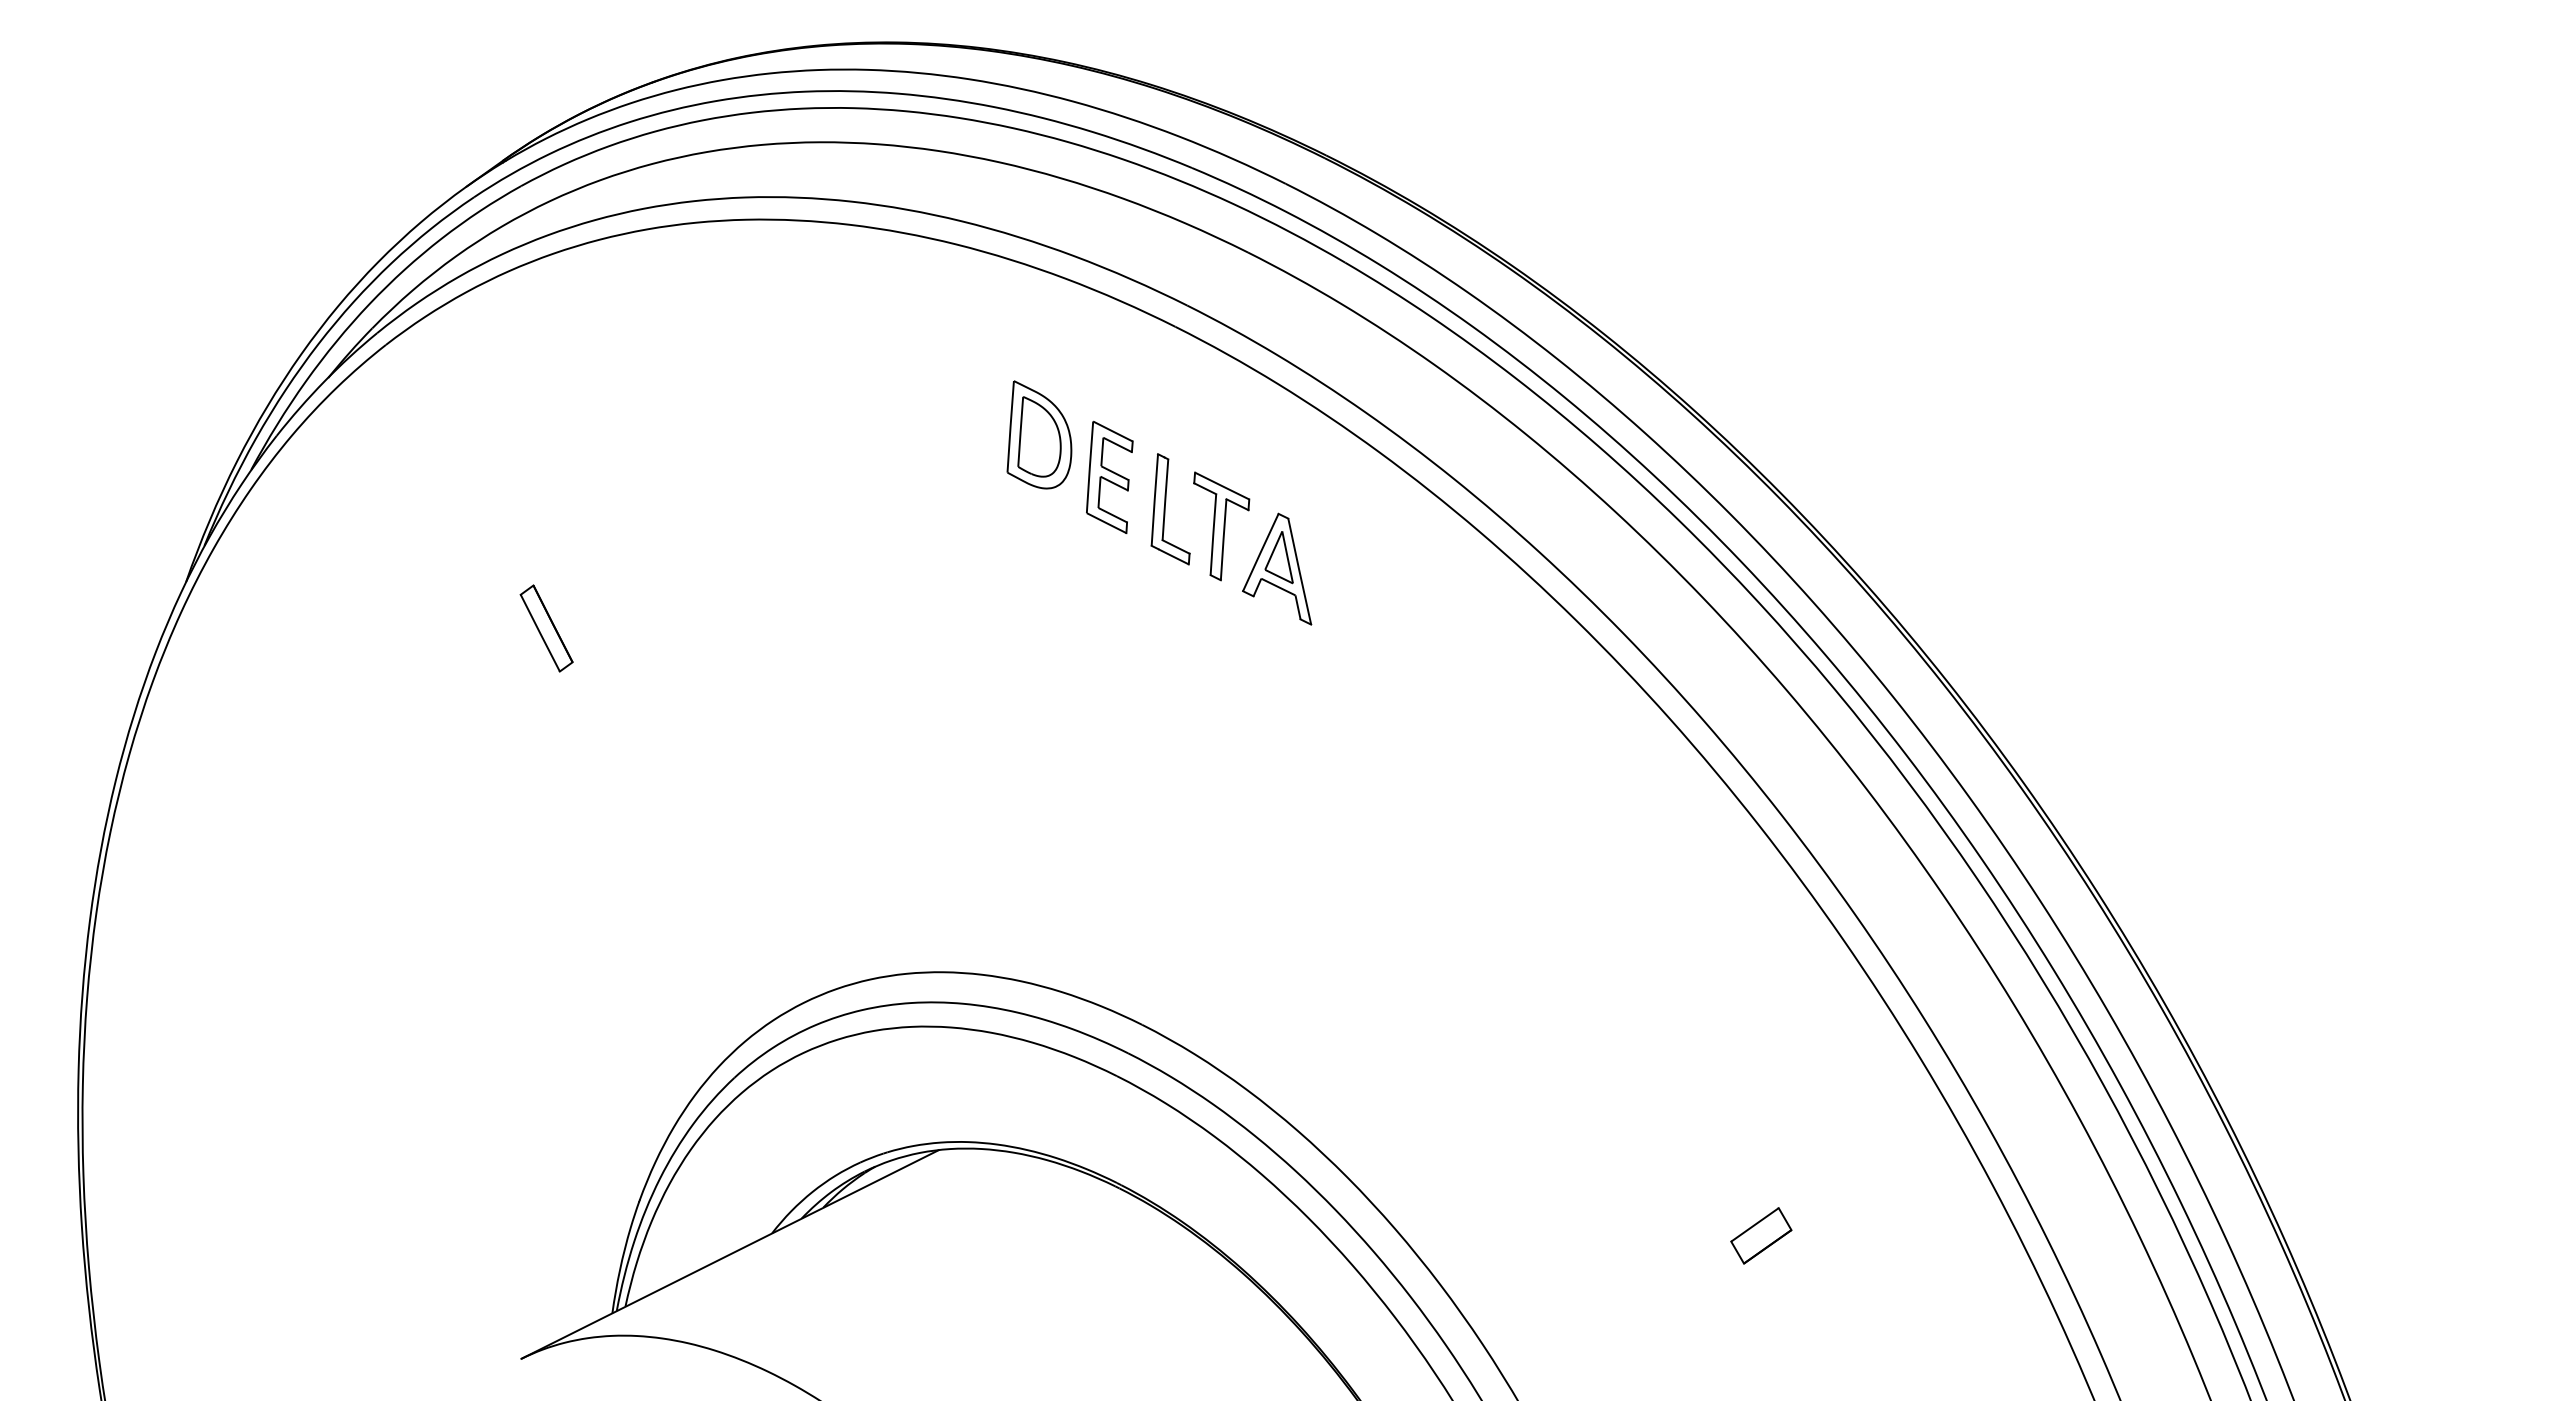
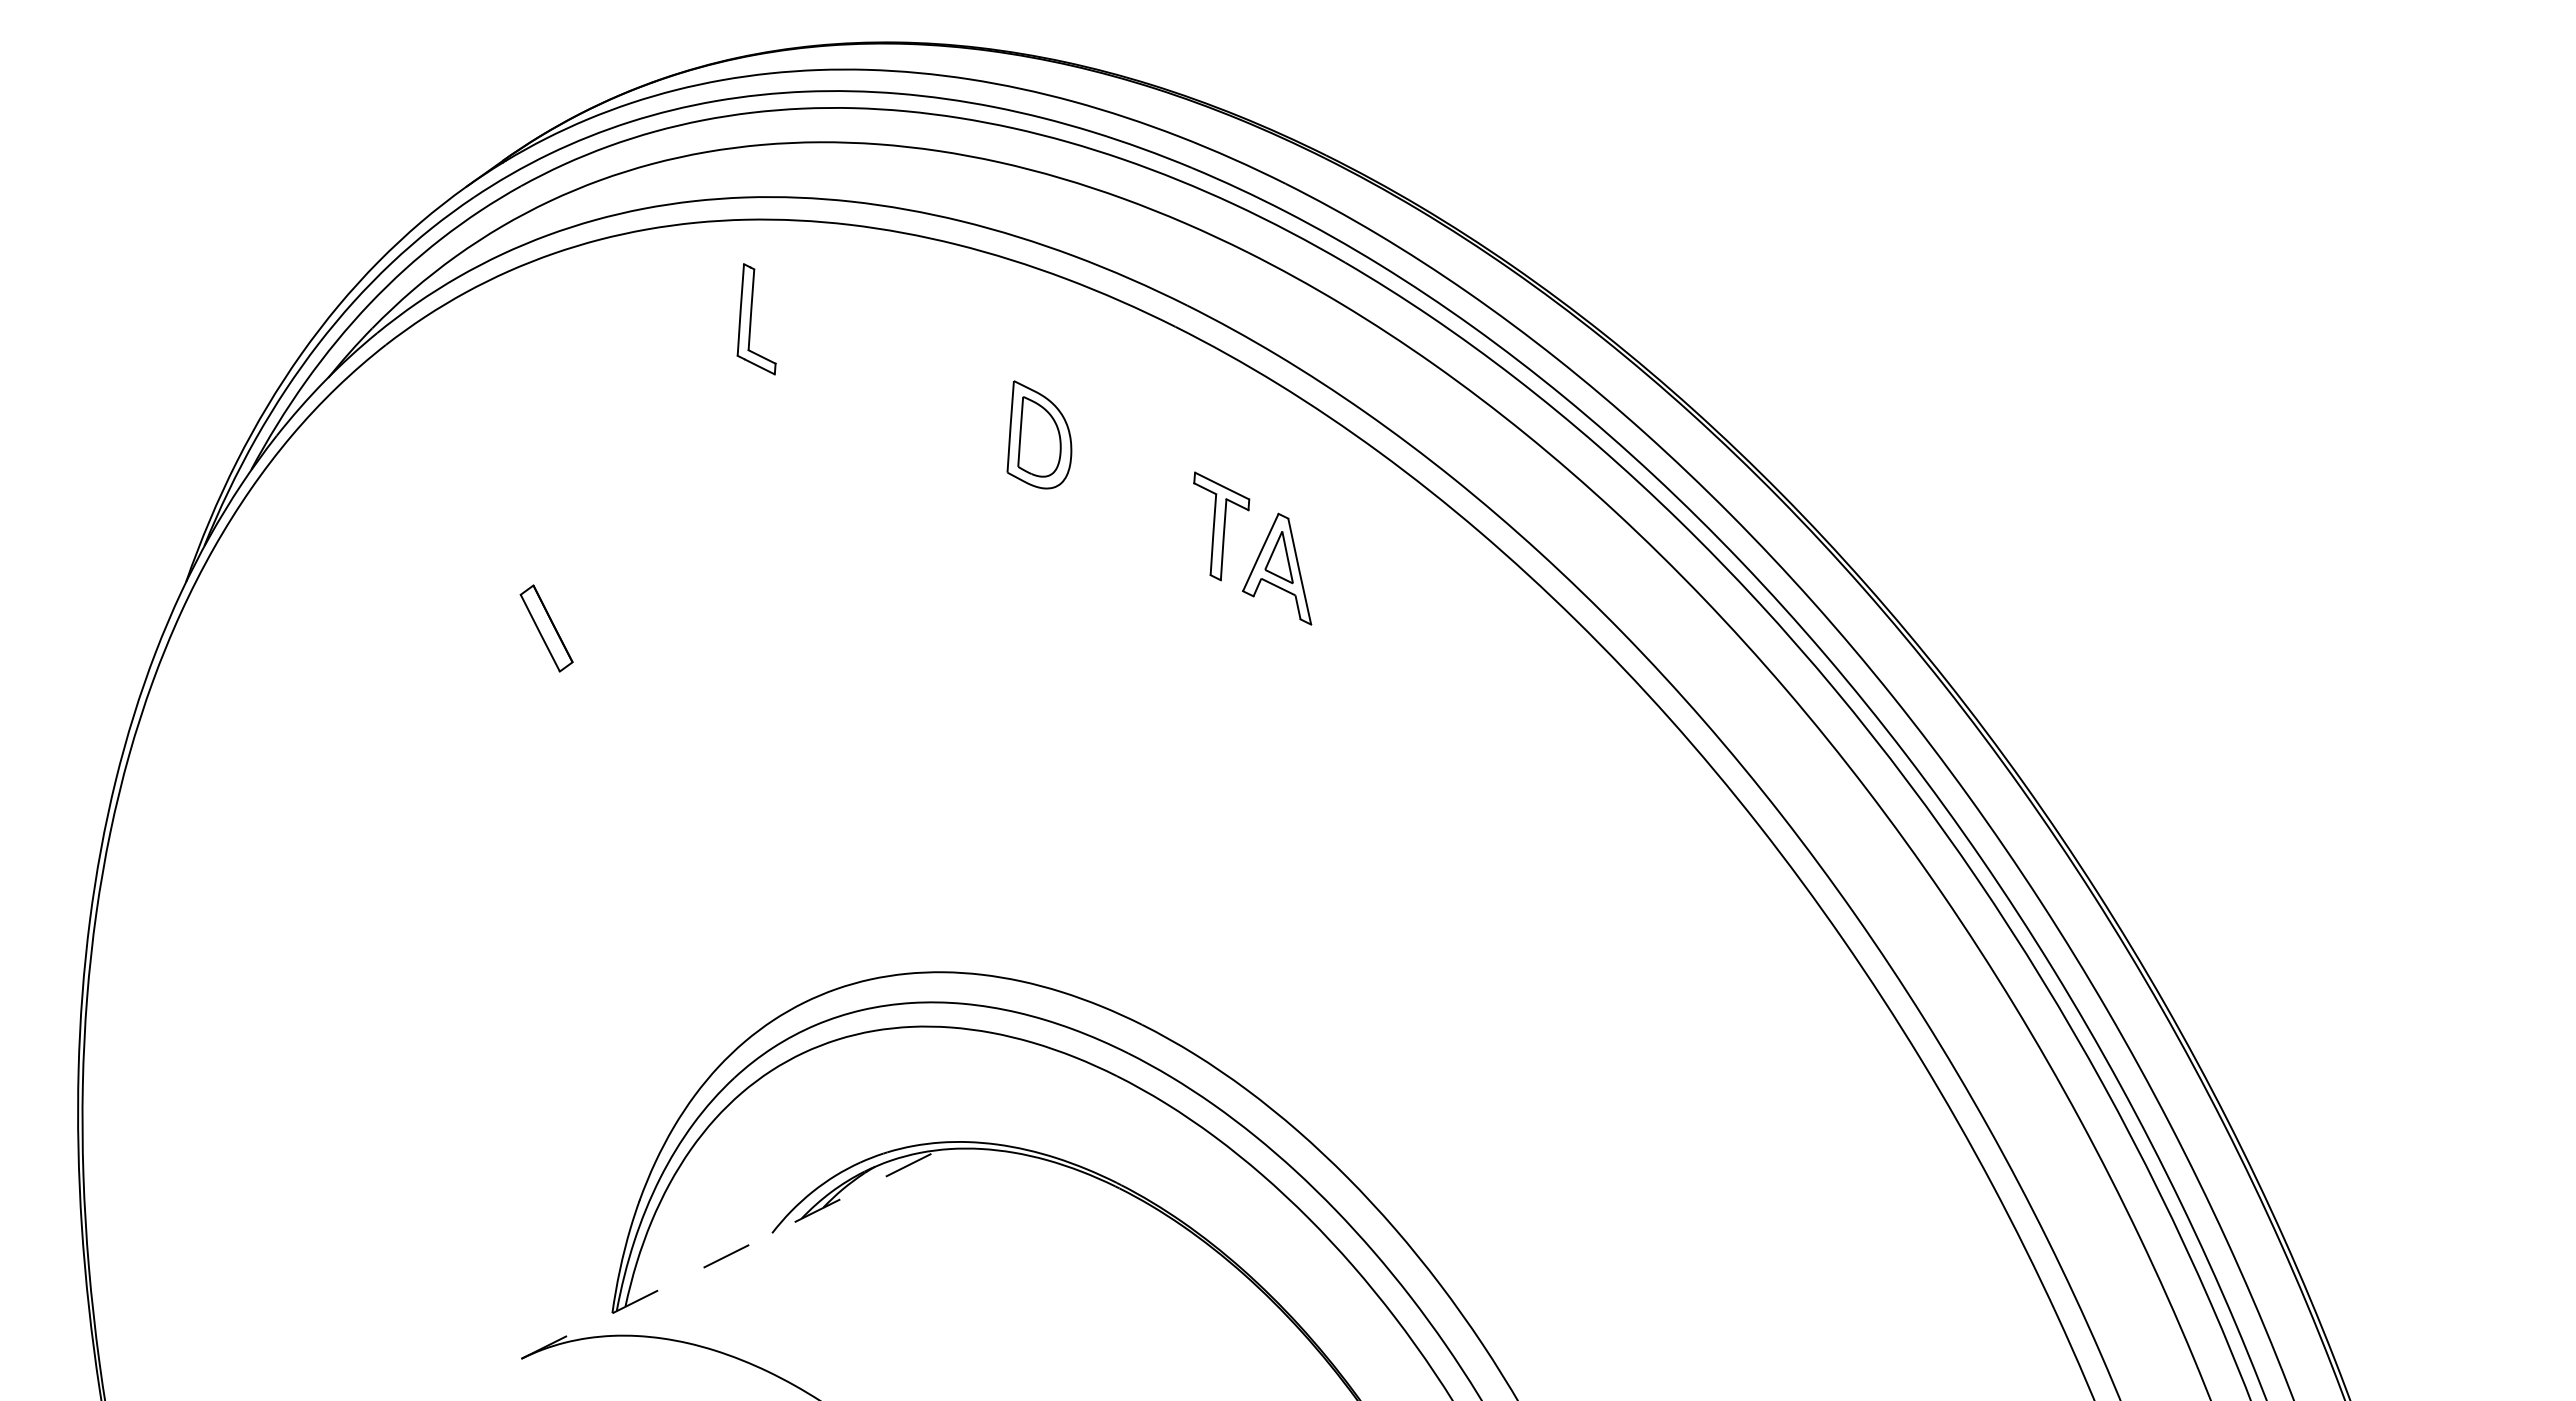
part at (1109, 477): present -> none
part at (1170, 509) position: (1170, 509) -> (756, 319)
part at (1761, 1235): present -> none
line at (730, 1254): solid -> dashed
